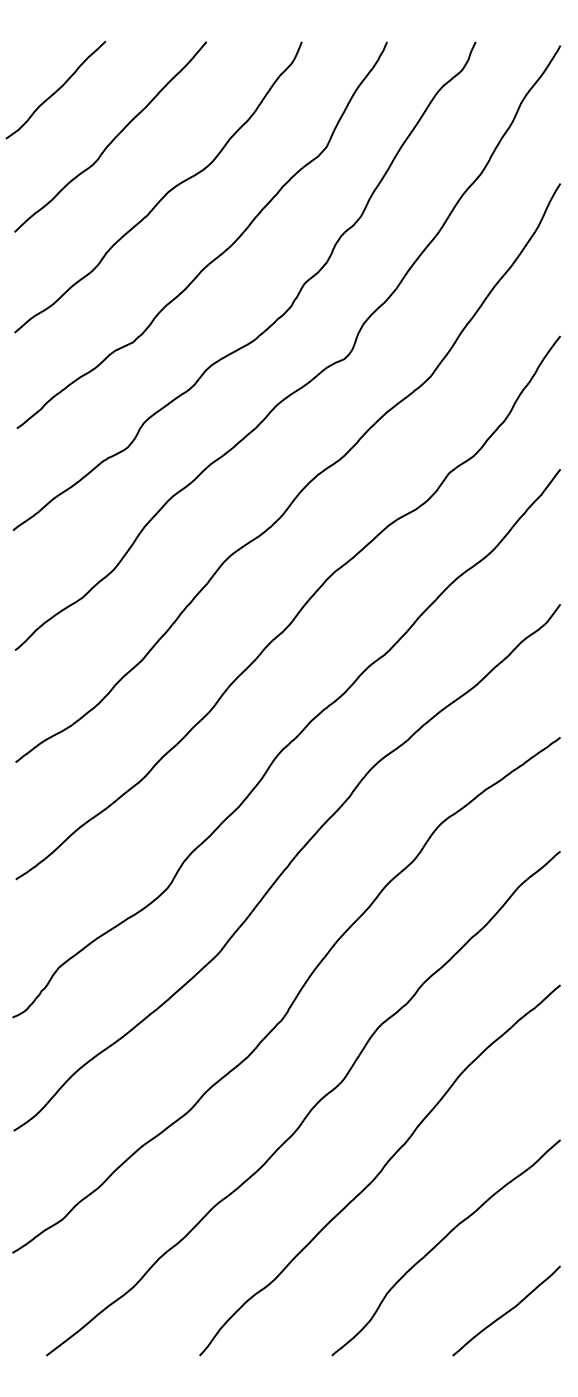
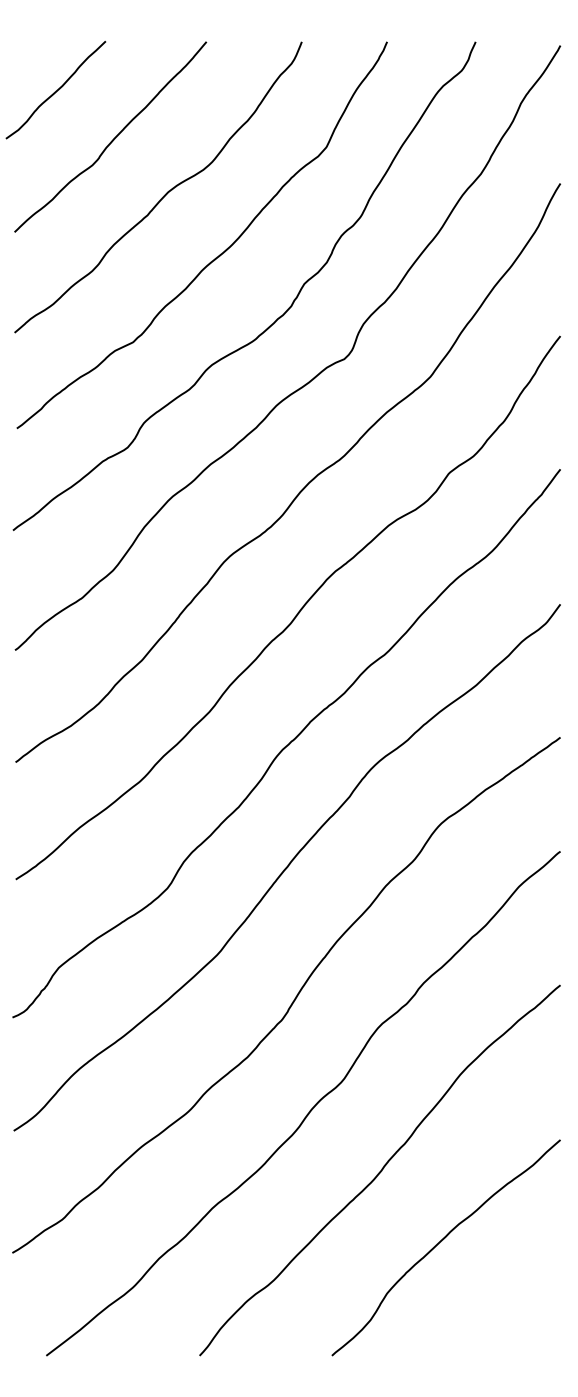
curve at (506, 1311): present -> none
